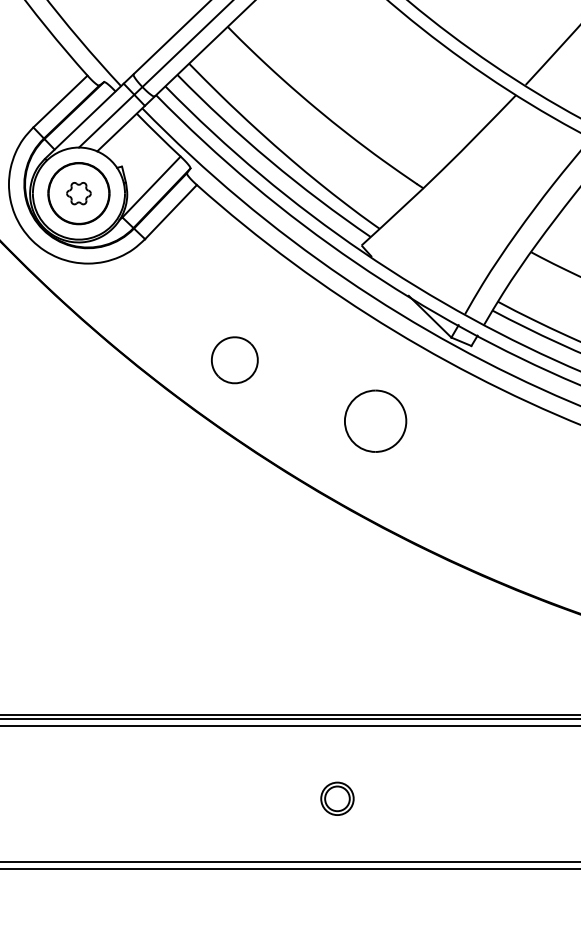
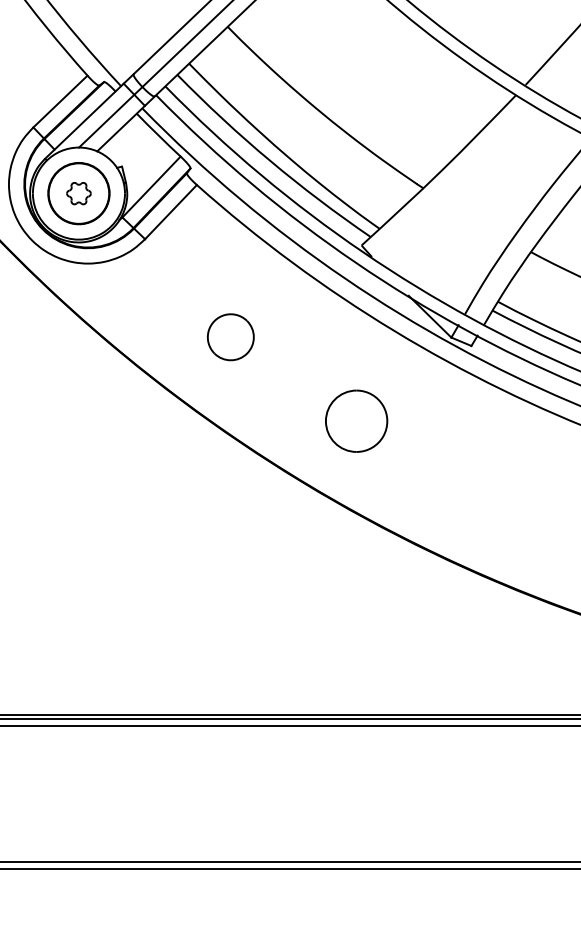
part at (234, 360) position: (234, 360) -> (230, 337)
part at (375, 420) position: (375, 420) -> (356, 420)
part at (337, 798): present -> none
